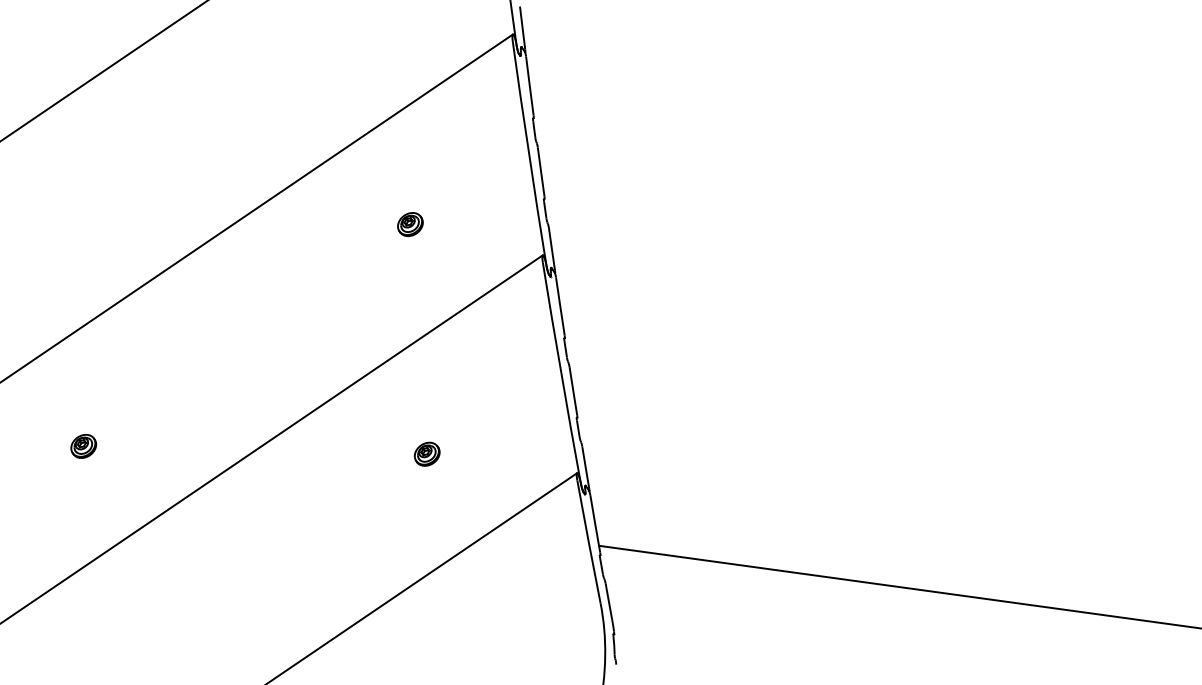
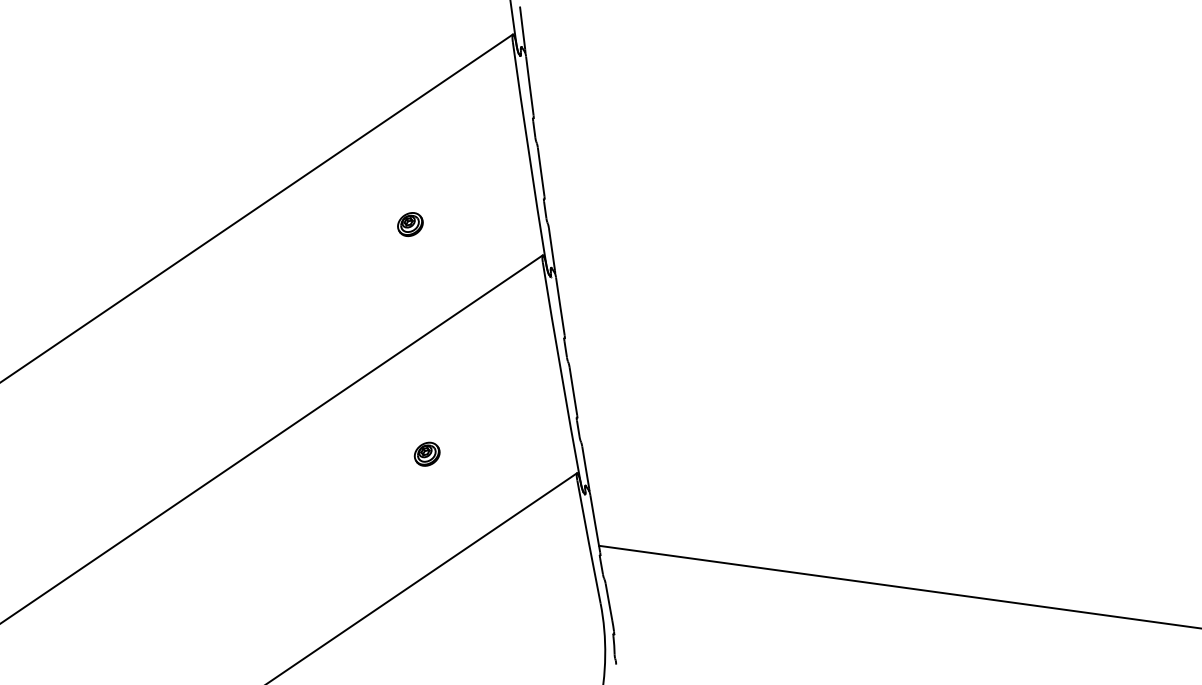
line at (103, 70): present -> none
part at (83, 446): present -> none
